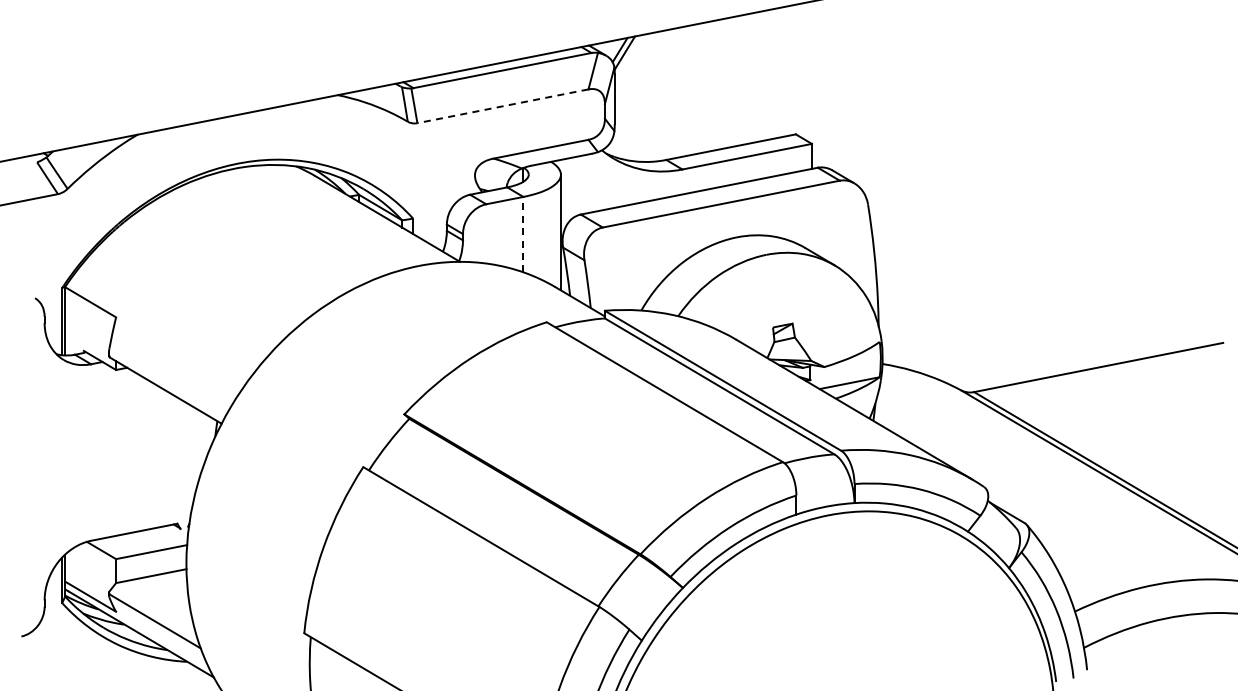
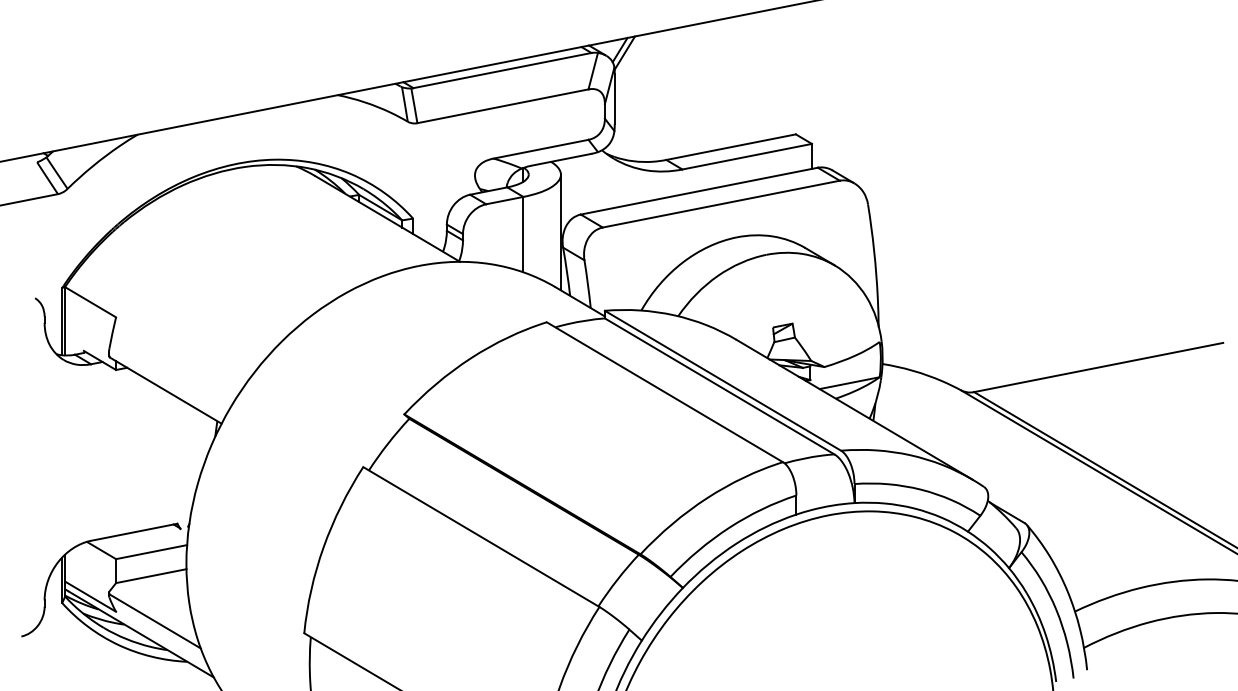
line at (502, 106): dashed -> solid
line at (523, 234): dashed -> solid
